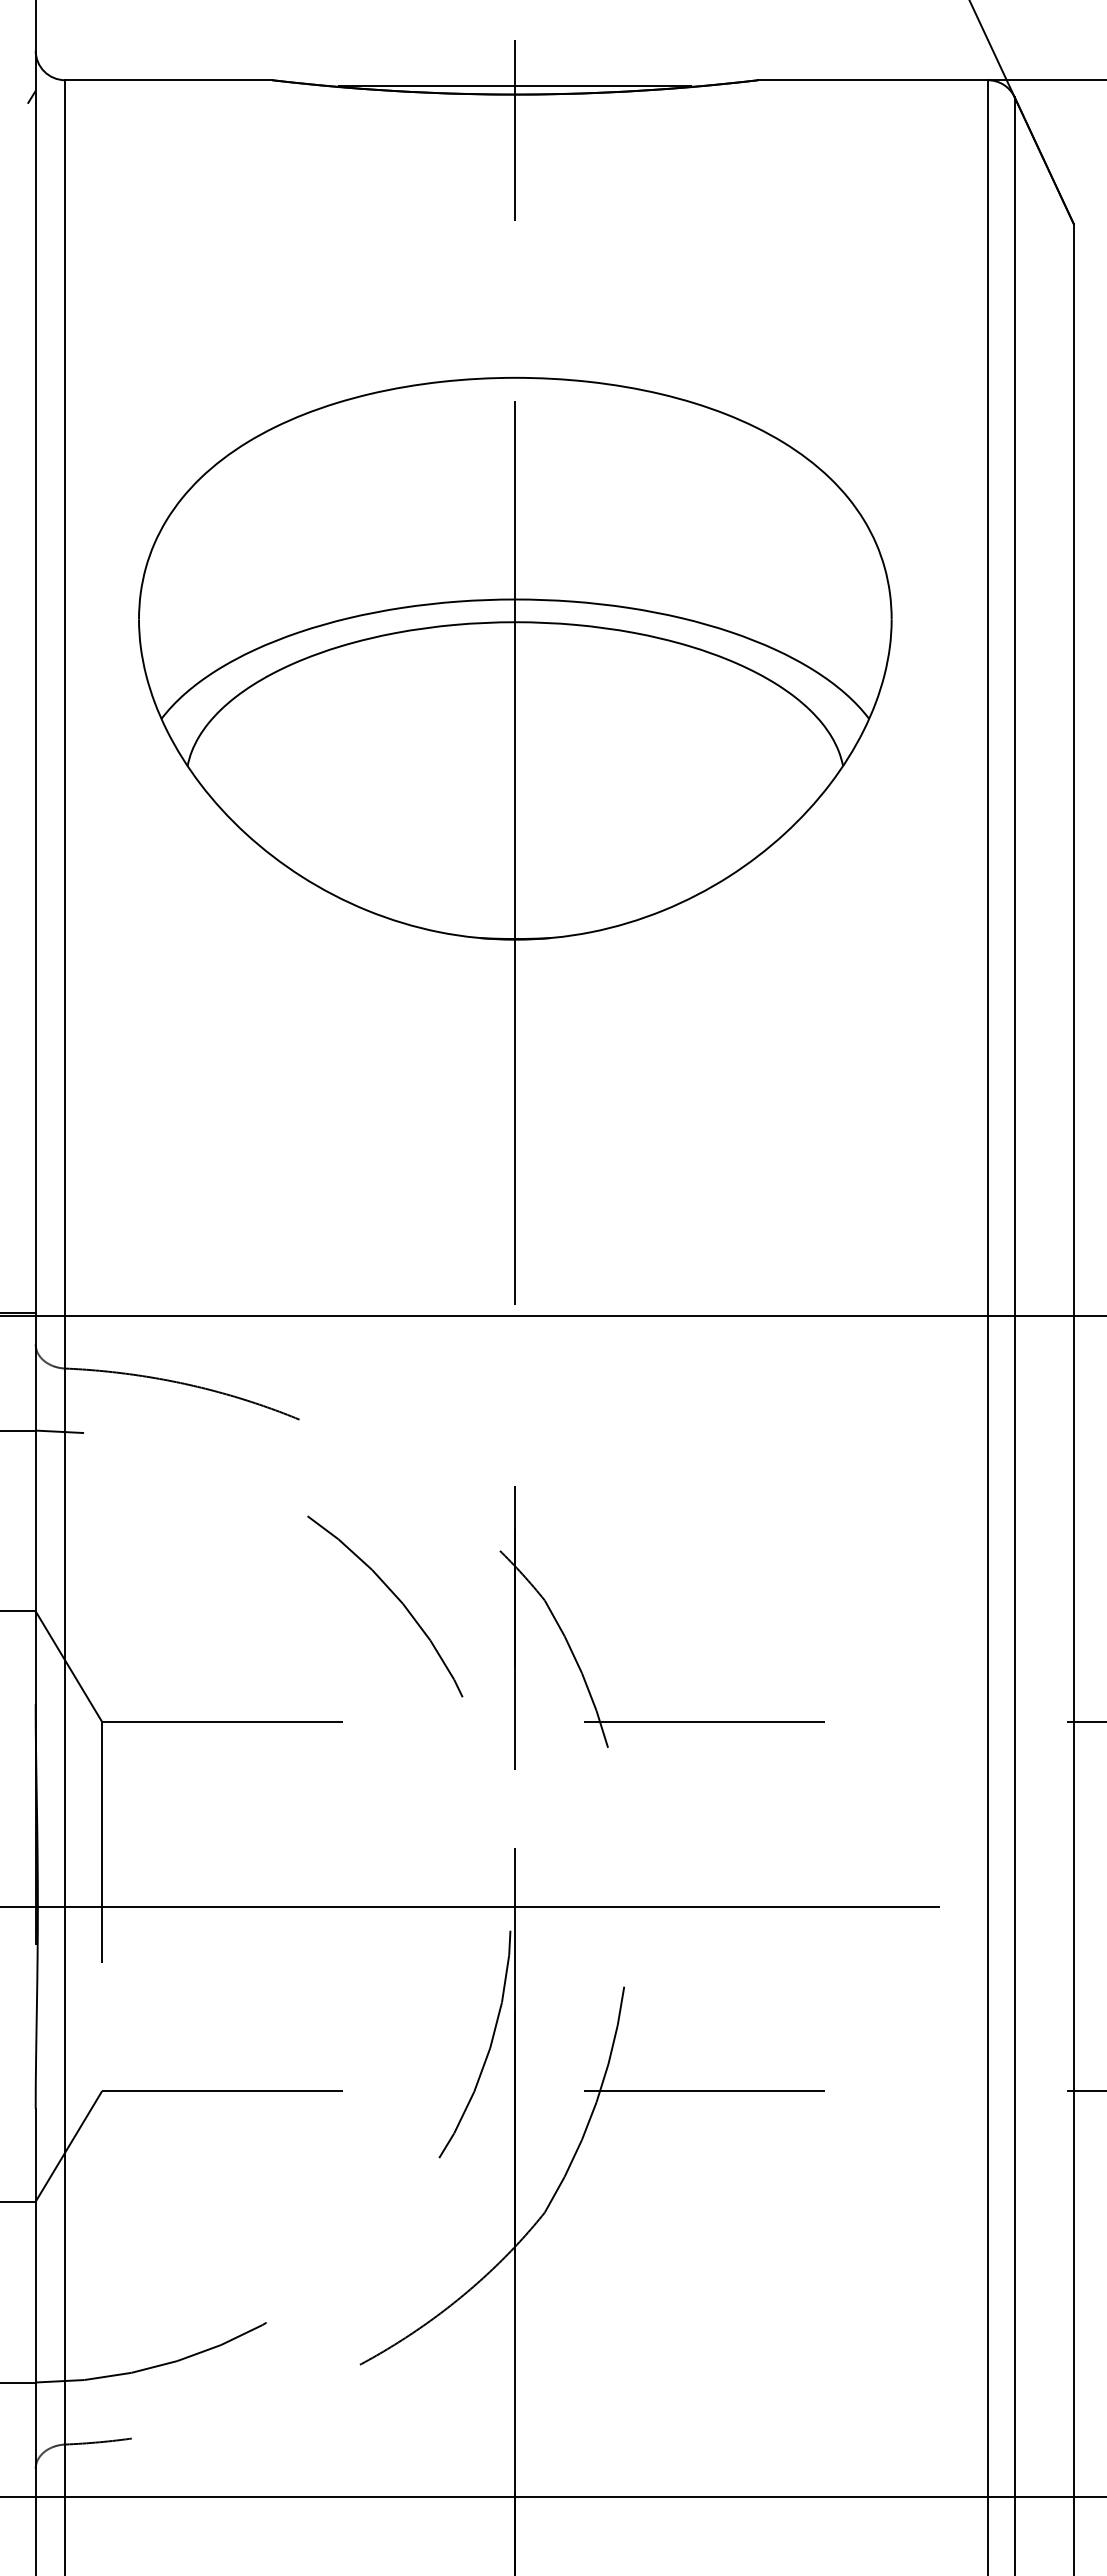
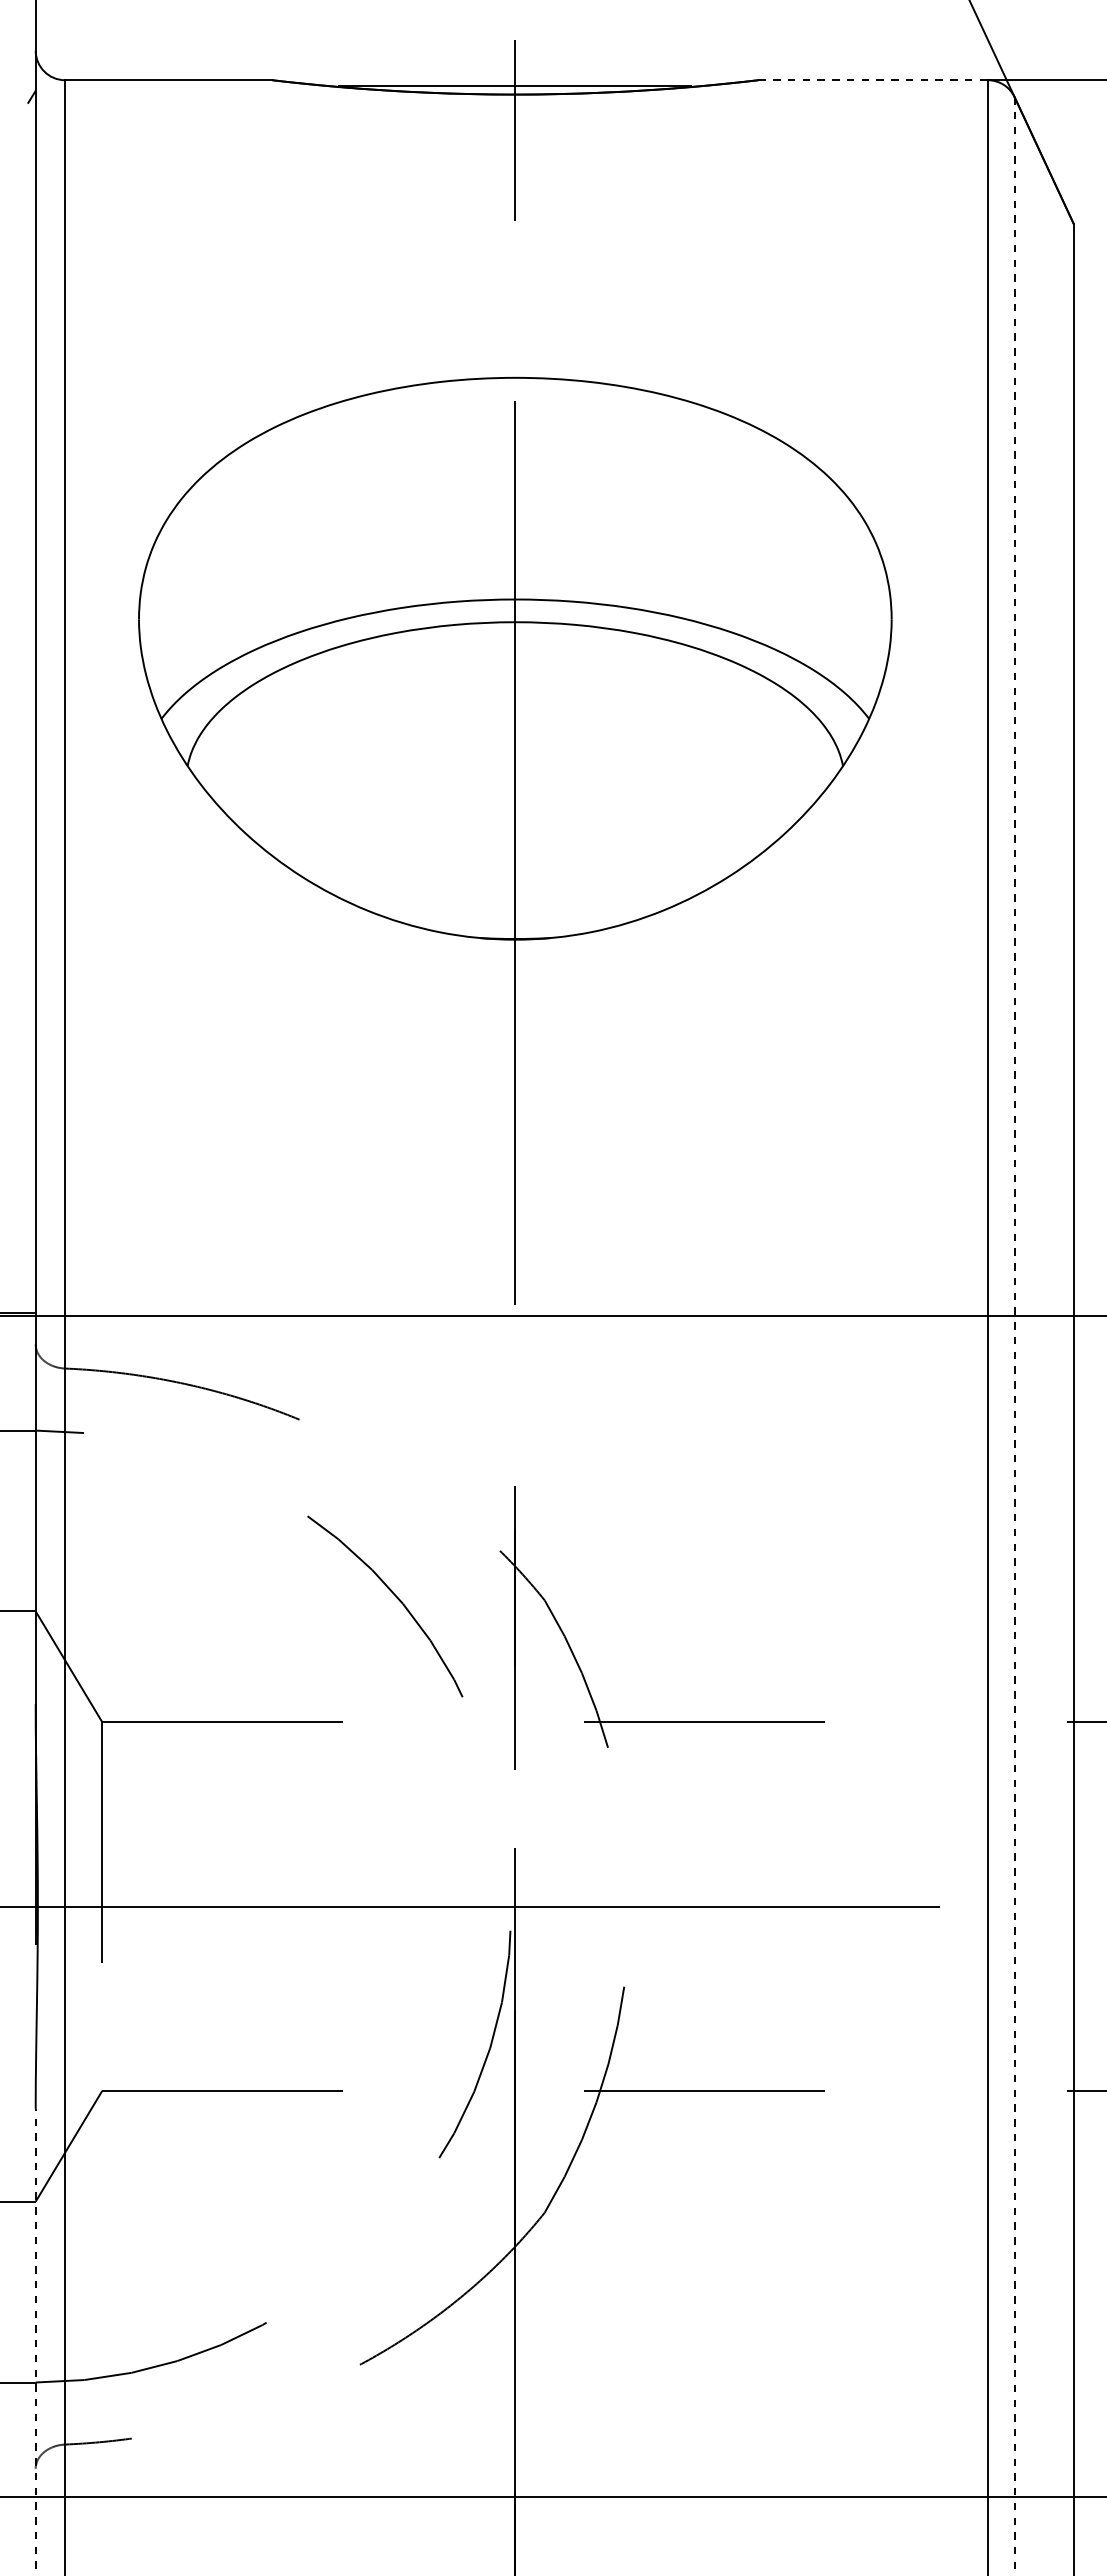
line at (873, 80): solid -> dashed
line at (1014, 1337): solid -> dashed
line at (35, 2341): solid -> dashed
